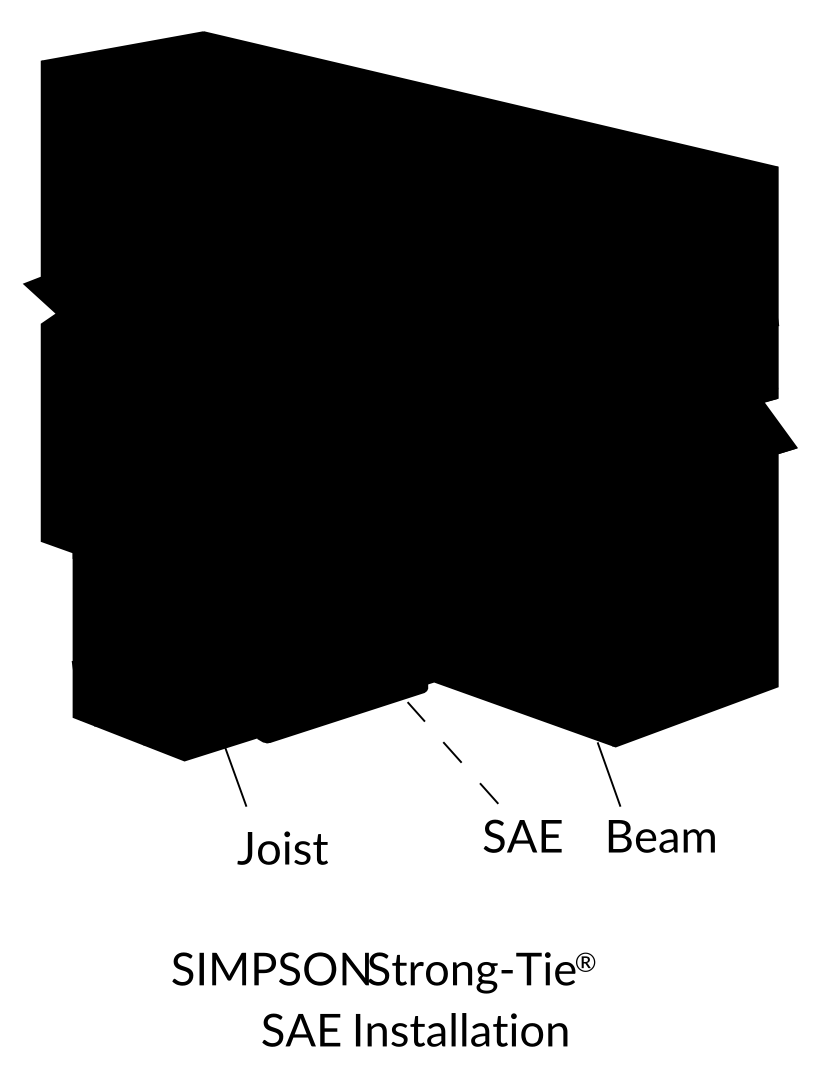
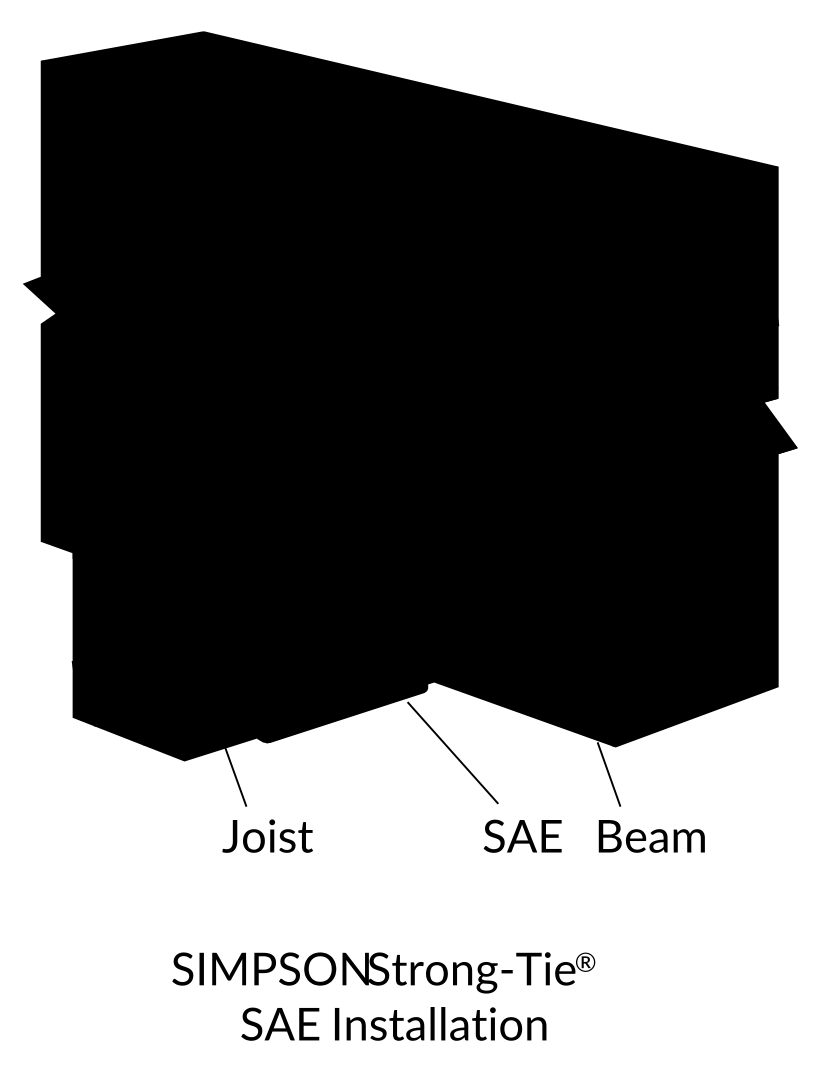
line at (452, 752): dashed -> solid
text at (661, 836) position: (661, 836) -> (651, 836)
text at (282, 847) position: (282, 847) -> (267, 835)
text at (414, 1029) position: (414, 1029) -> (393, 1023)
